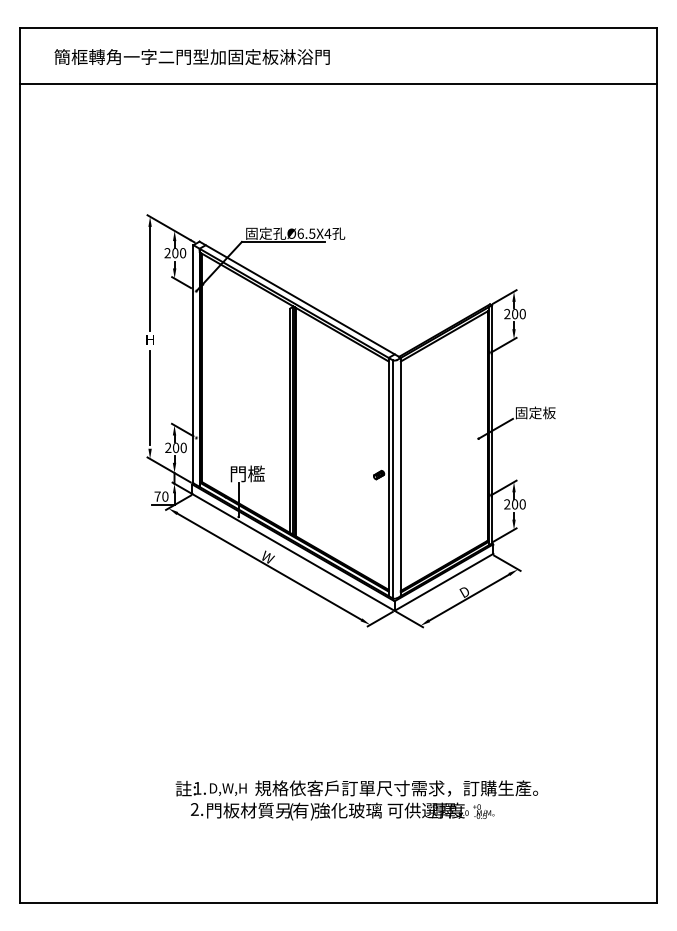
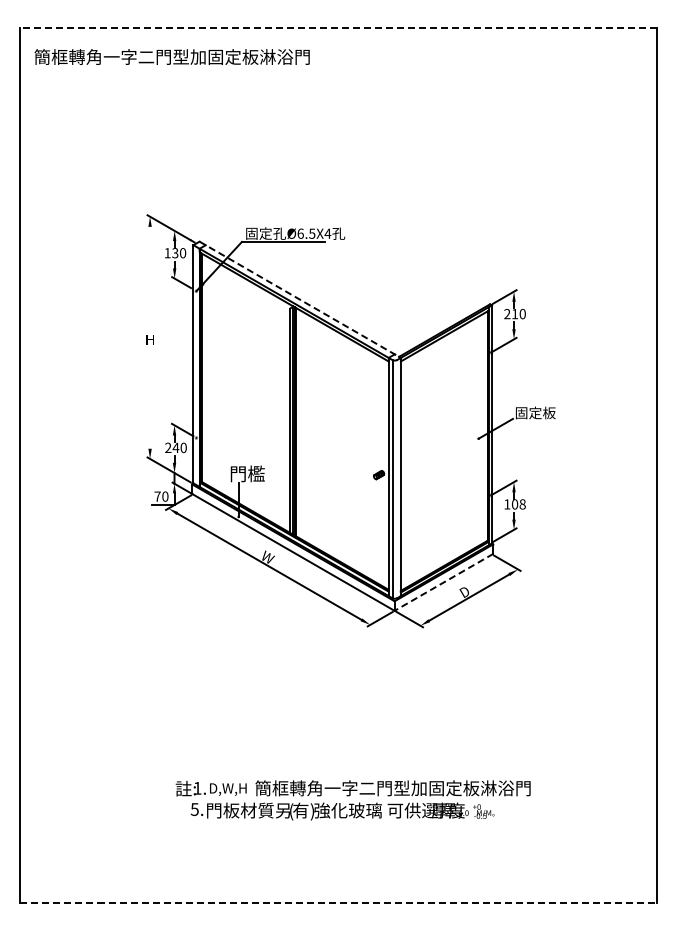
line at (338, 27): solid -> dashed
text at (191, 56) position: (191, 56) -> (171, 56)
line at (338, 83): present -> none
text at (171, 253): 200 -> 130
line at (150, 278): present -> none
line at (299, 299): solid -> dashed
text at (515, 313): 200 -> 210
line at (150, 397): present -> none
text at (175, 447): 200 -> 240
text at (514, 504): 200 -> 108
line at (444, 582): solid -> dashed
text at (396, 788): 規格依客戶訂單尺寸需求，訂購生產。 -> 簡框轉角一字二門型加固定板淋浴門
text at (194, 809): 2. -> 5.
line at (338, 903): solid -> dashed
